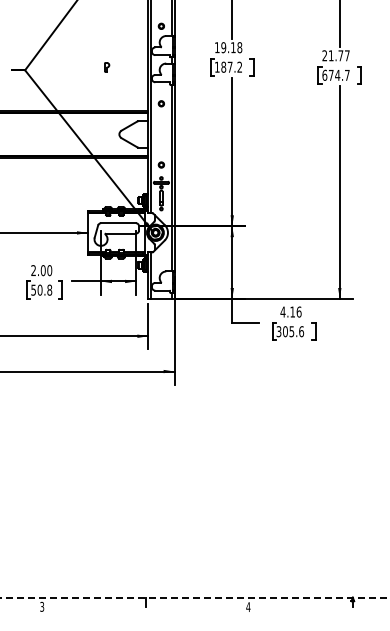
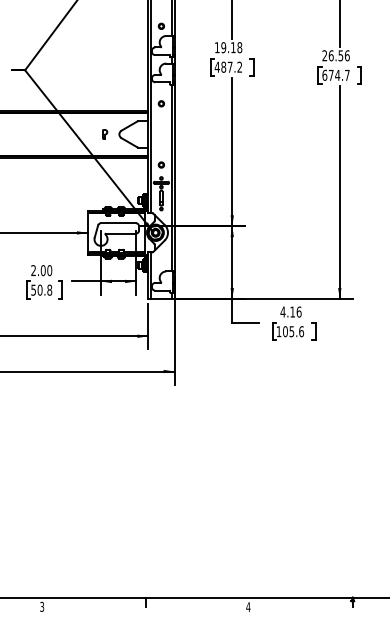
text at (338, 55): 21.77 -> 26.56
text at (216, 66): 187.2 -> 487.2
part at (107, 67) position: (107, 67) -> (105, 134)
text at (278, 331): 305.6 -> 105.6
line at (194, 597): dashed -> solid
